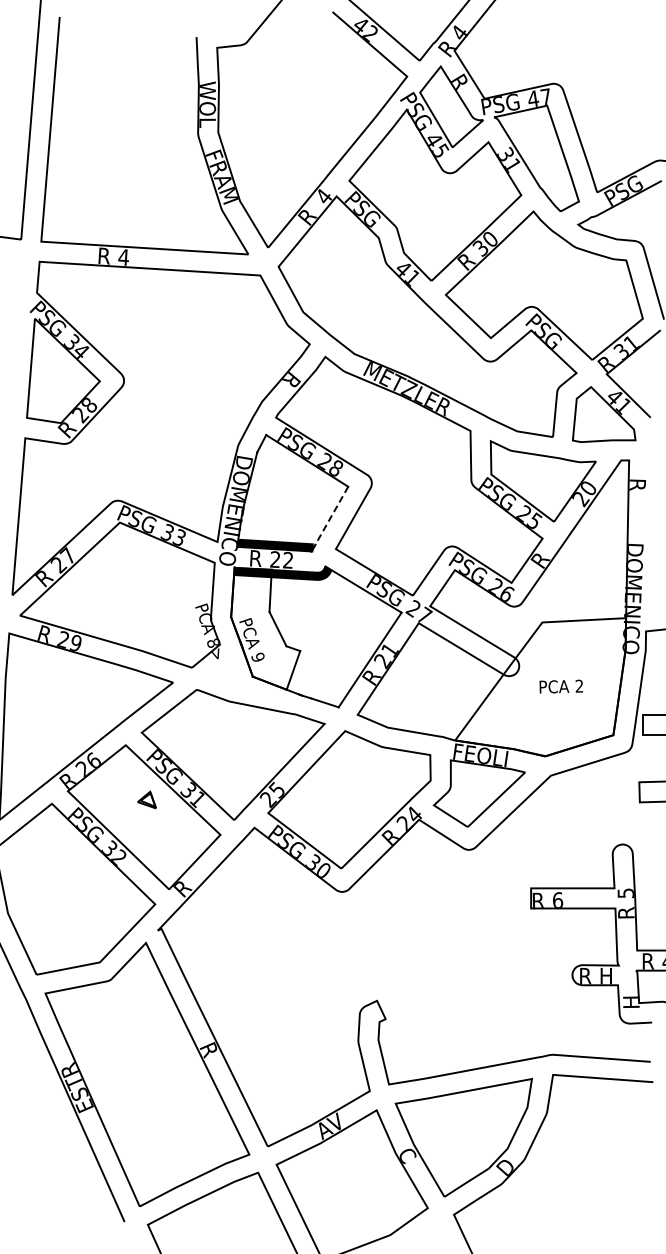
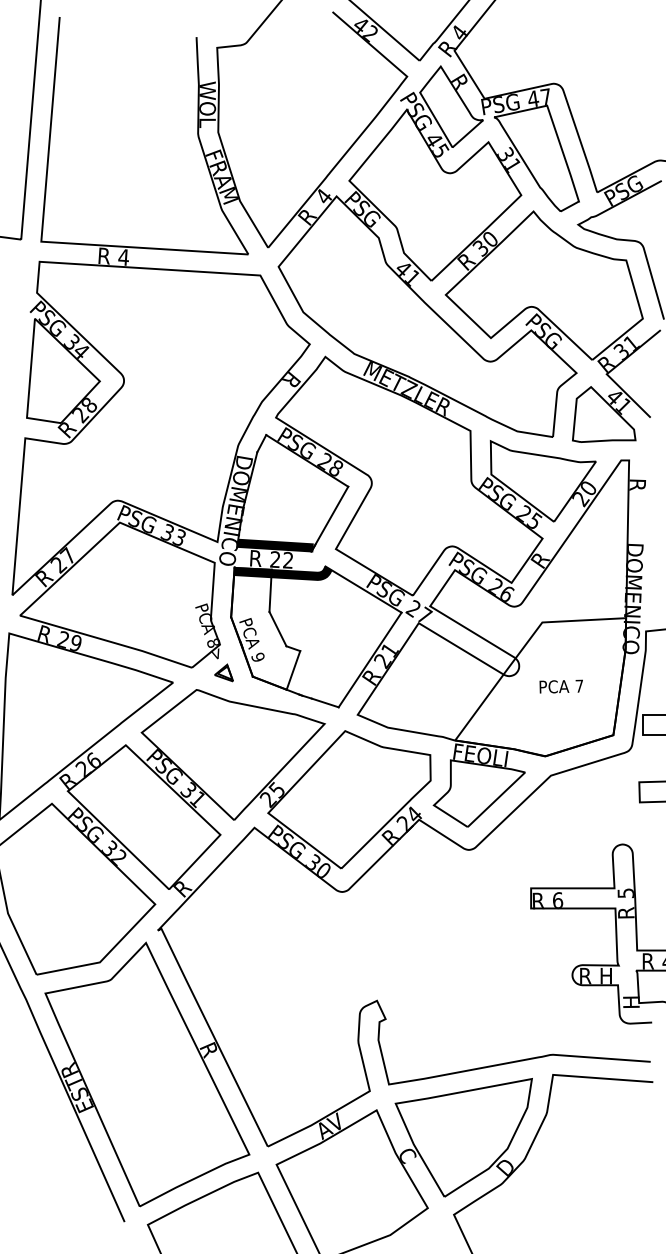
line at (331, 516): dashed -> solid
text at (578, 685): 2 -> 7
part at (146, 799) position: (146, 799) -> (223, 672)
